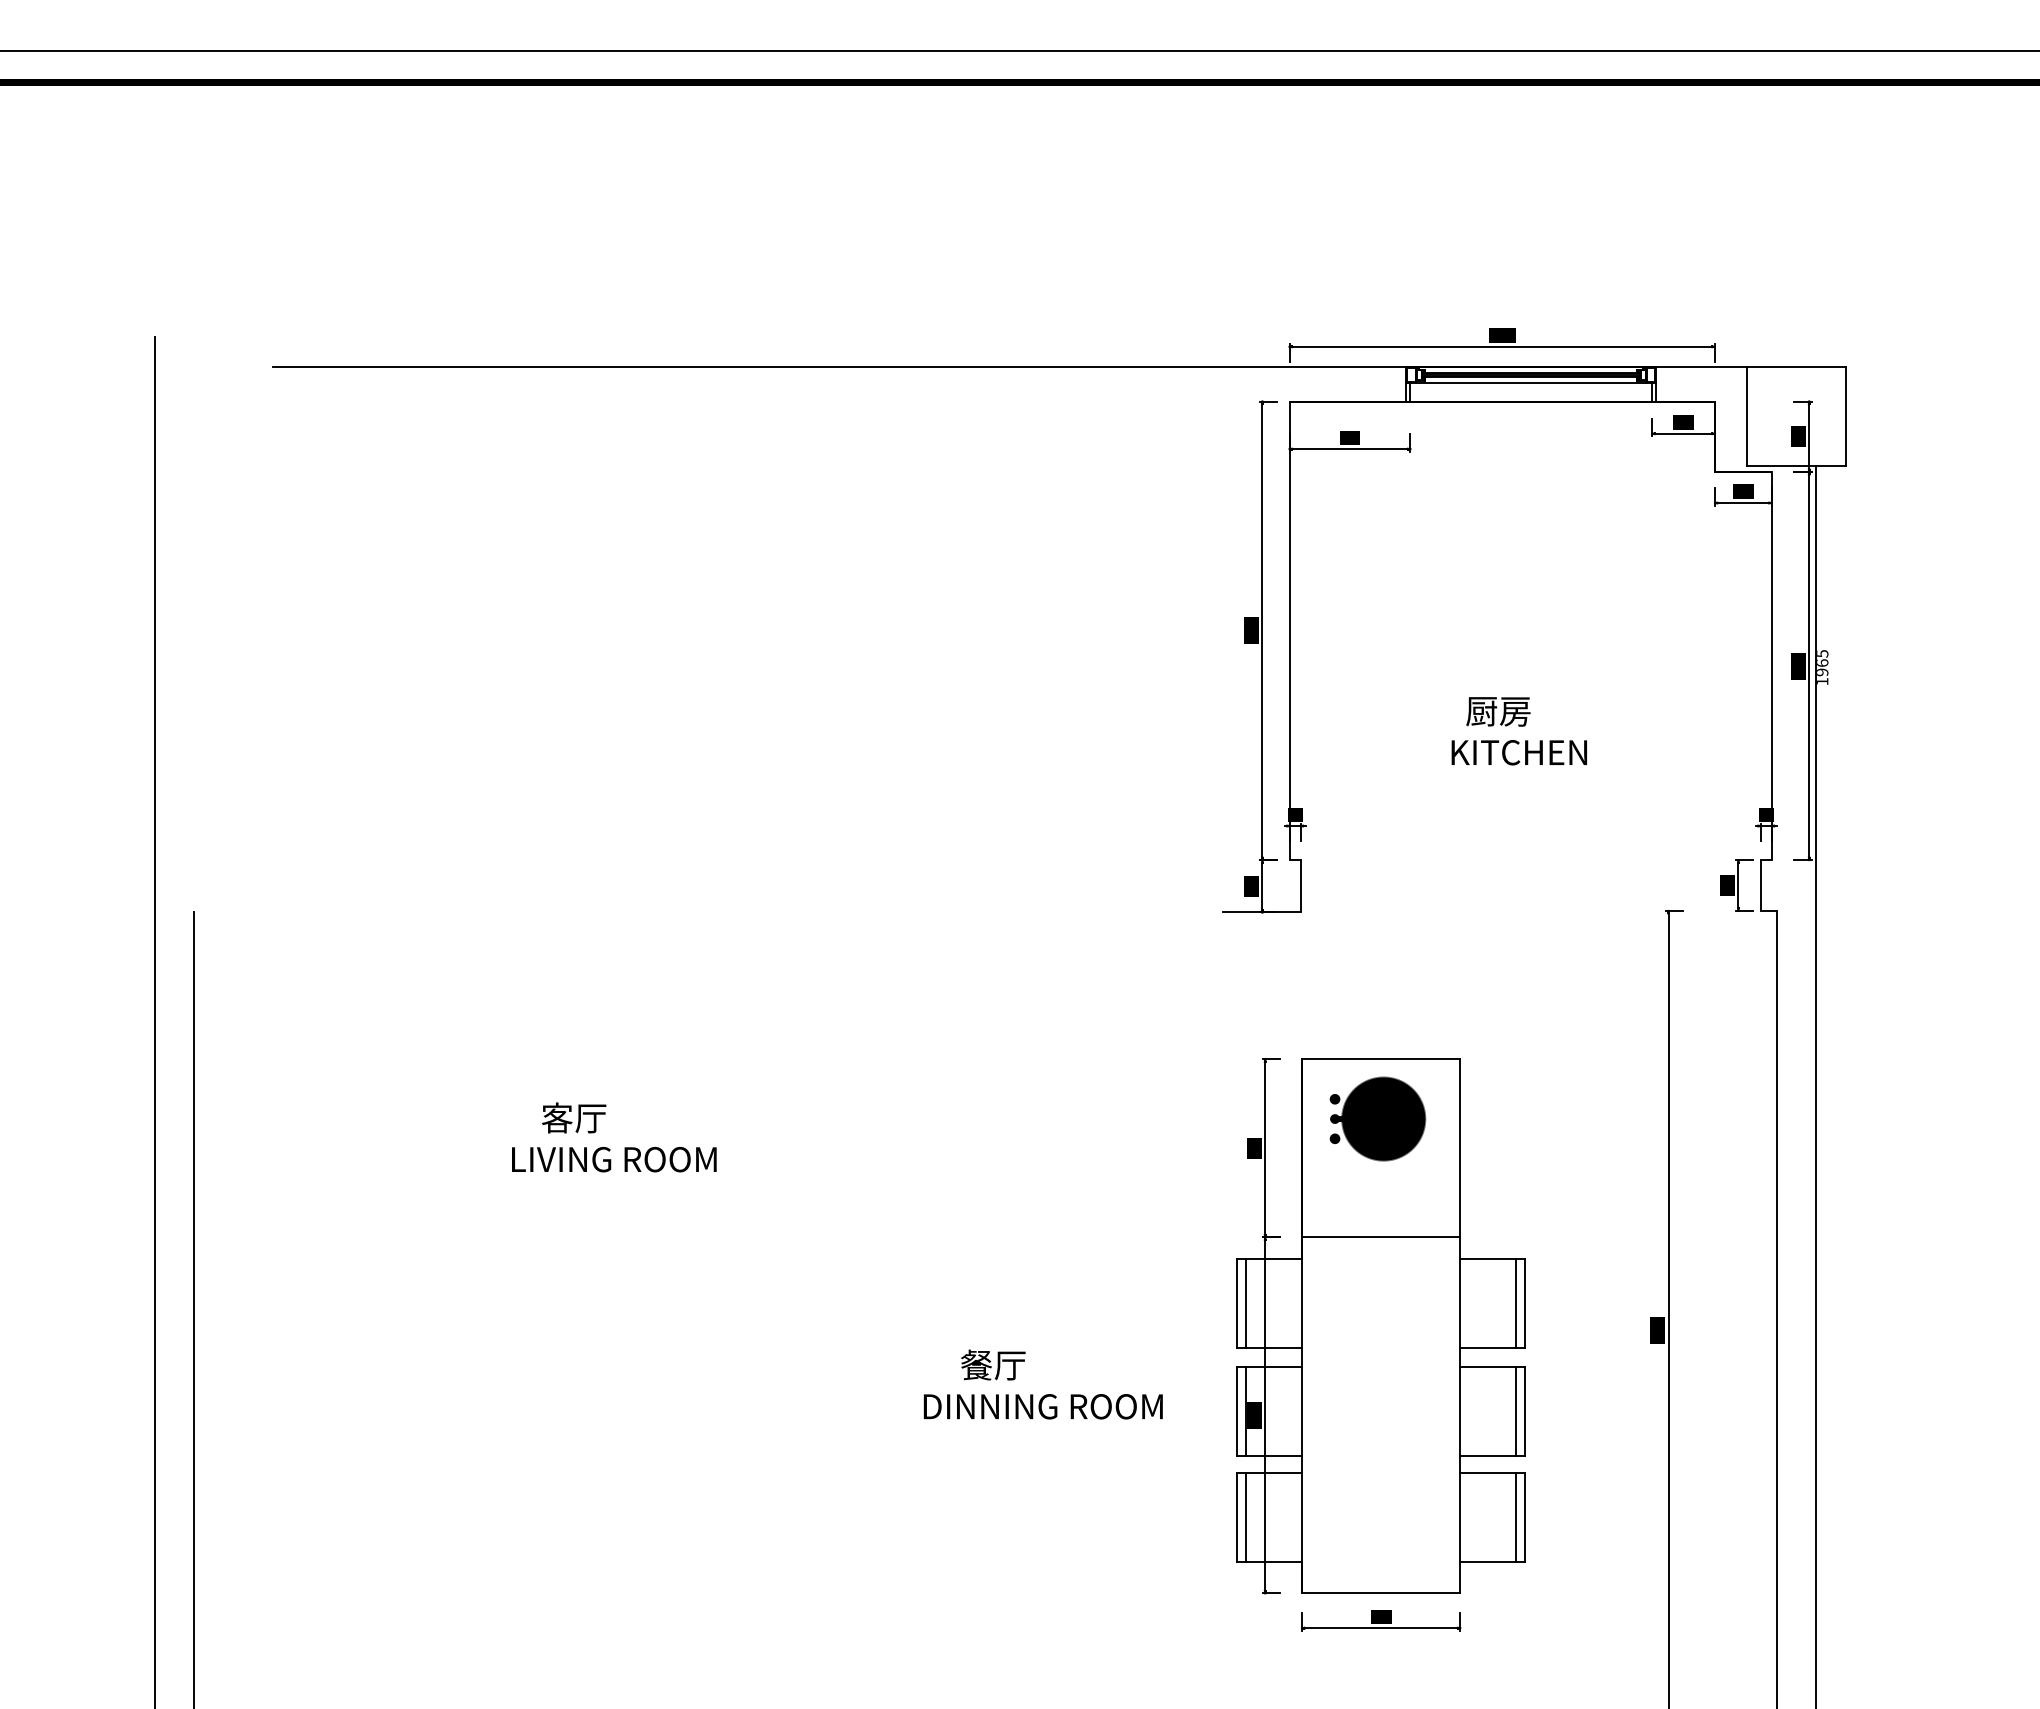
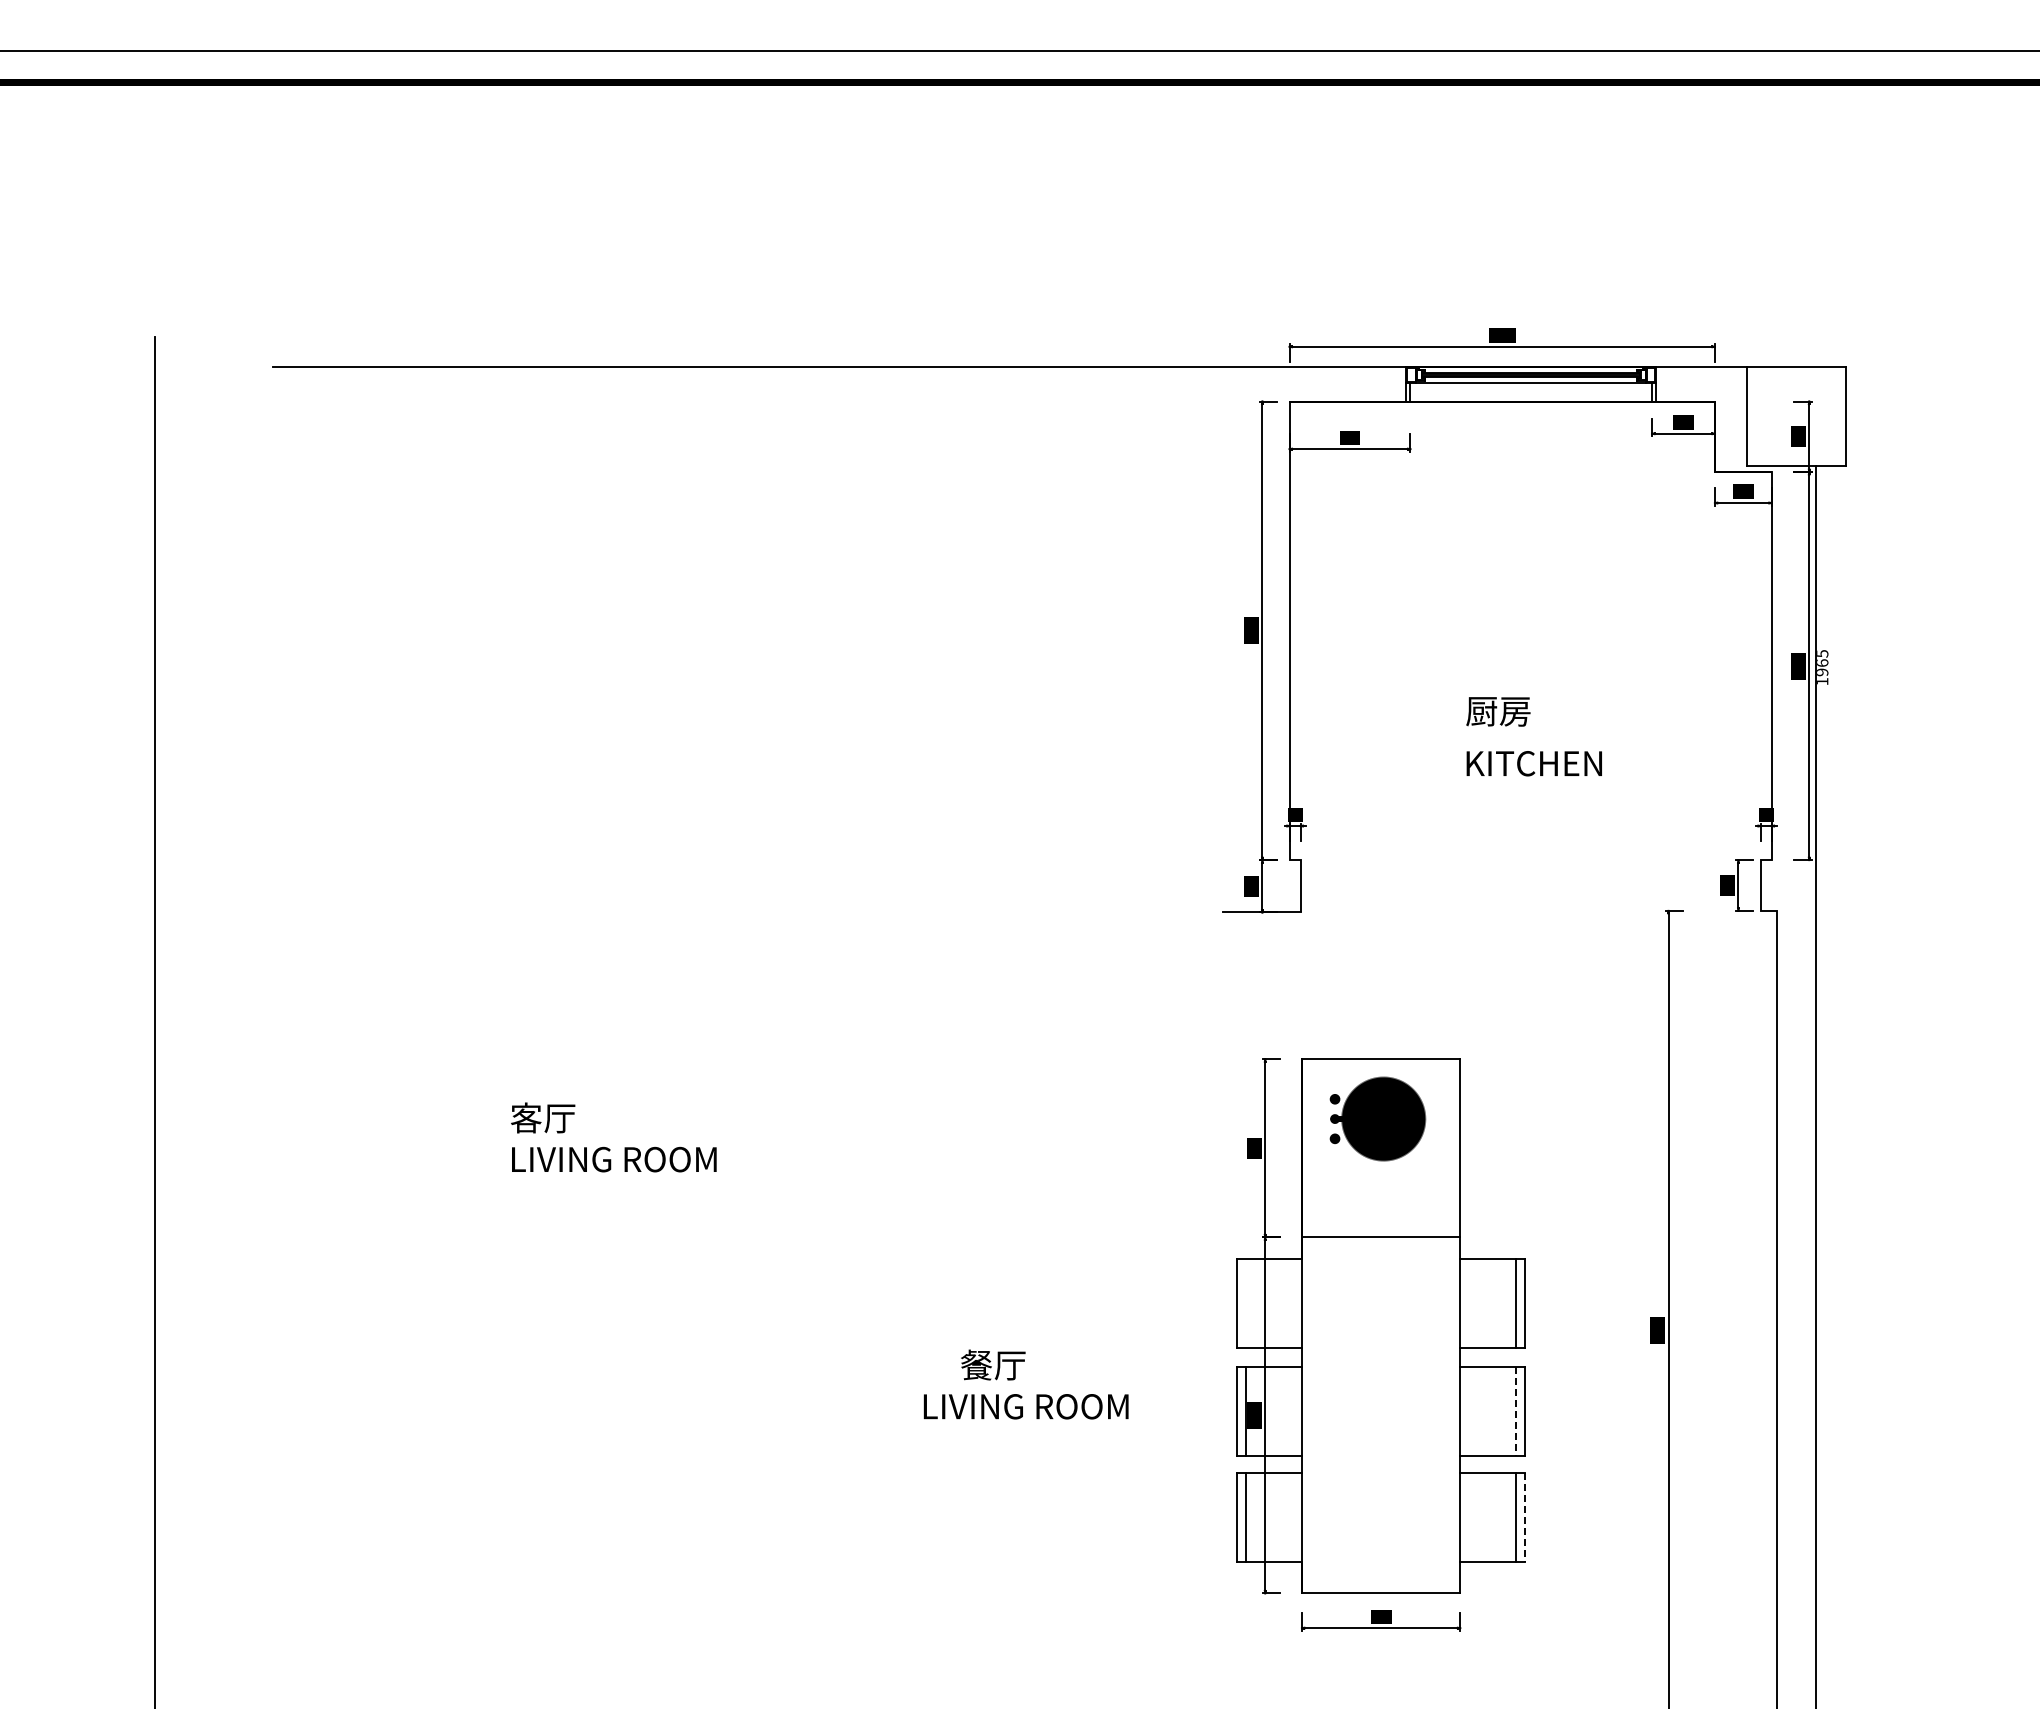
text at (1518, 752) position: (1518, 752) -> (1533, 763)
text at (574, 1117) position: (574, 1117) -> (543, 1117)
line at (1246, 1302): present -> none
line at (194, 1308): present -> none
text at (1044, 1406): DINNING ROOM -> LIVING ROOM
line at (1515, 1411): solid -> dashed
line at (1524, 1517): solid -> dashed
